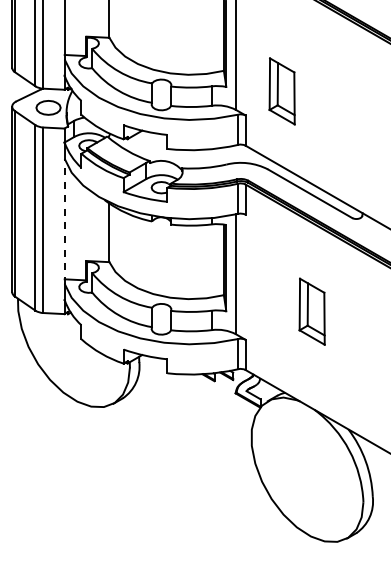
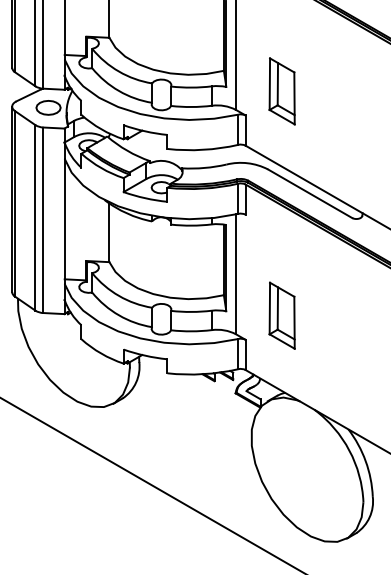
line at (64, 221): dashed -> solid
part at (311, 311) position: (311, 311) -> (281, 315)
line at (152, 484): none -> present
